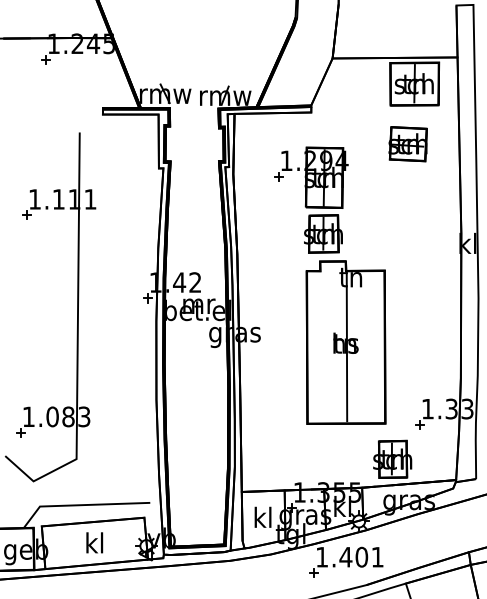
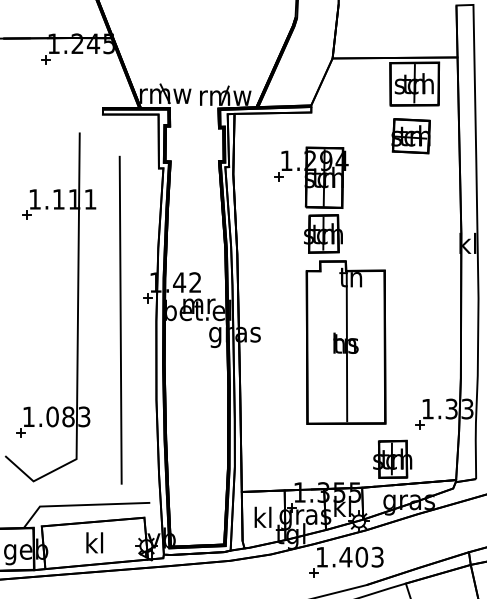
part at (407, 144) position: (407, 144) -> (410, 136)
line at (120, 319): none -> present
text at (377, 556): 1.401 -> 1.403
